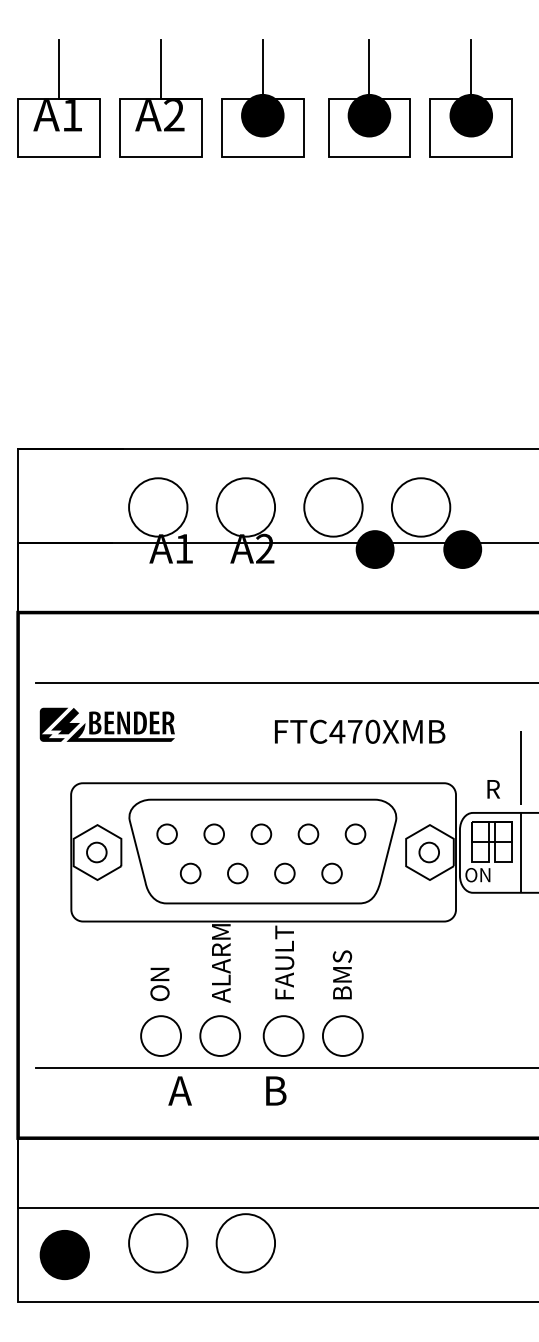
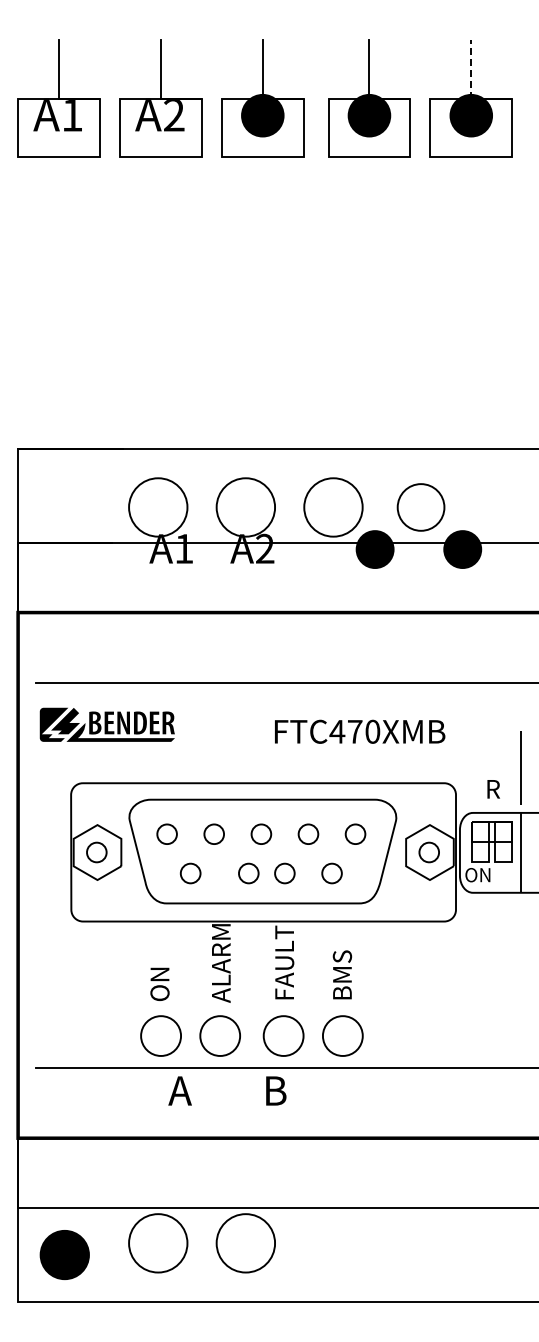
line at (471, 68): solid -> dashed
circle at (420, 507) diameter: 58 px -> 47 px
part at (237, 873) position: (237, 873) -> (248, 873)
